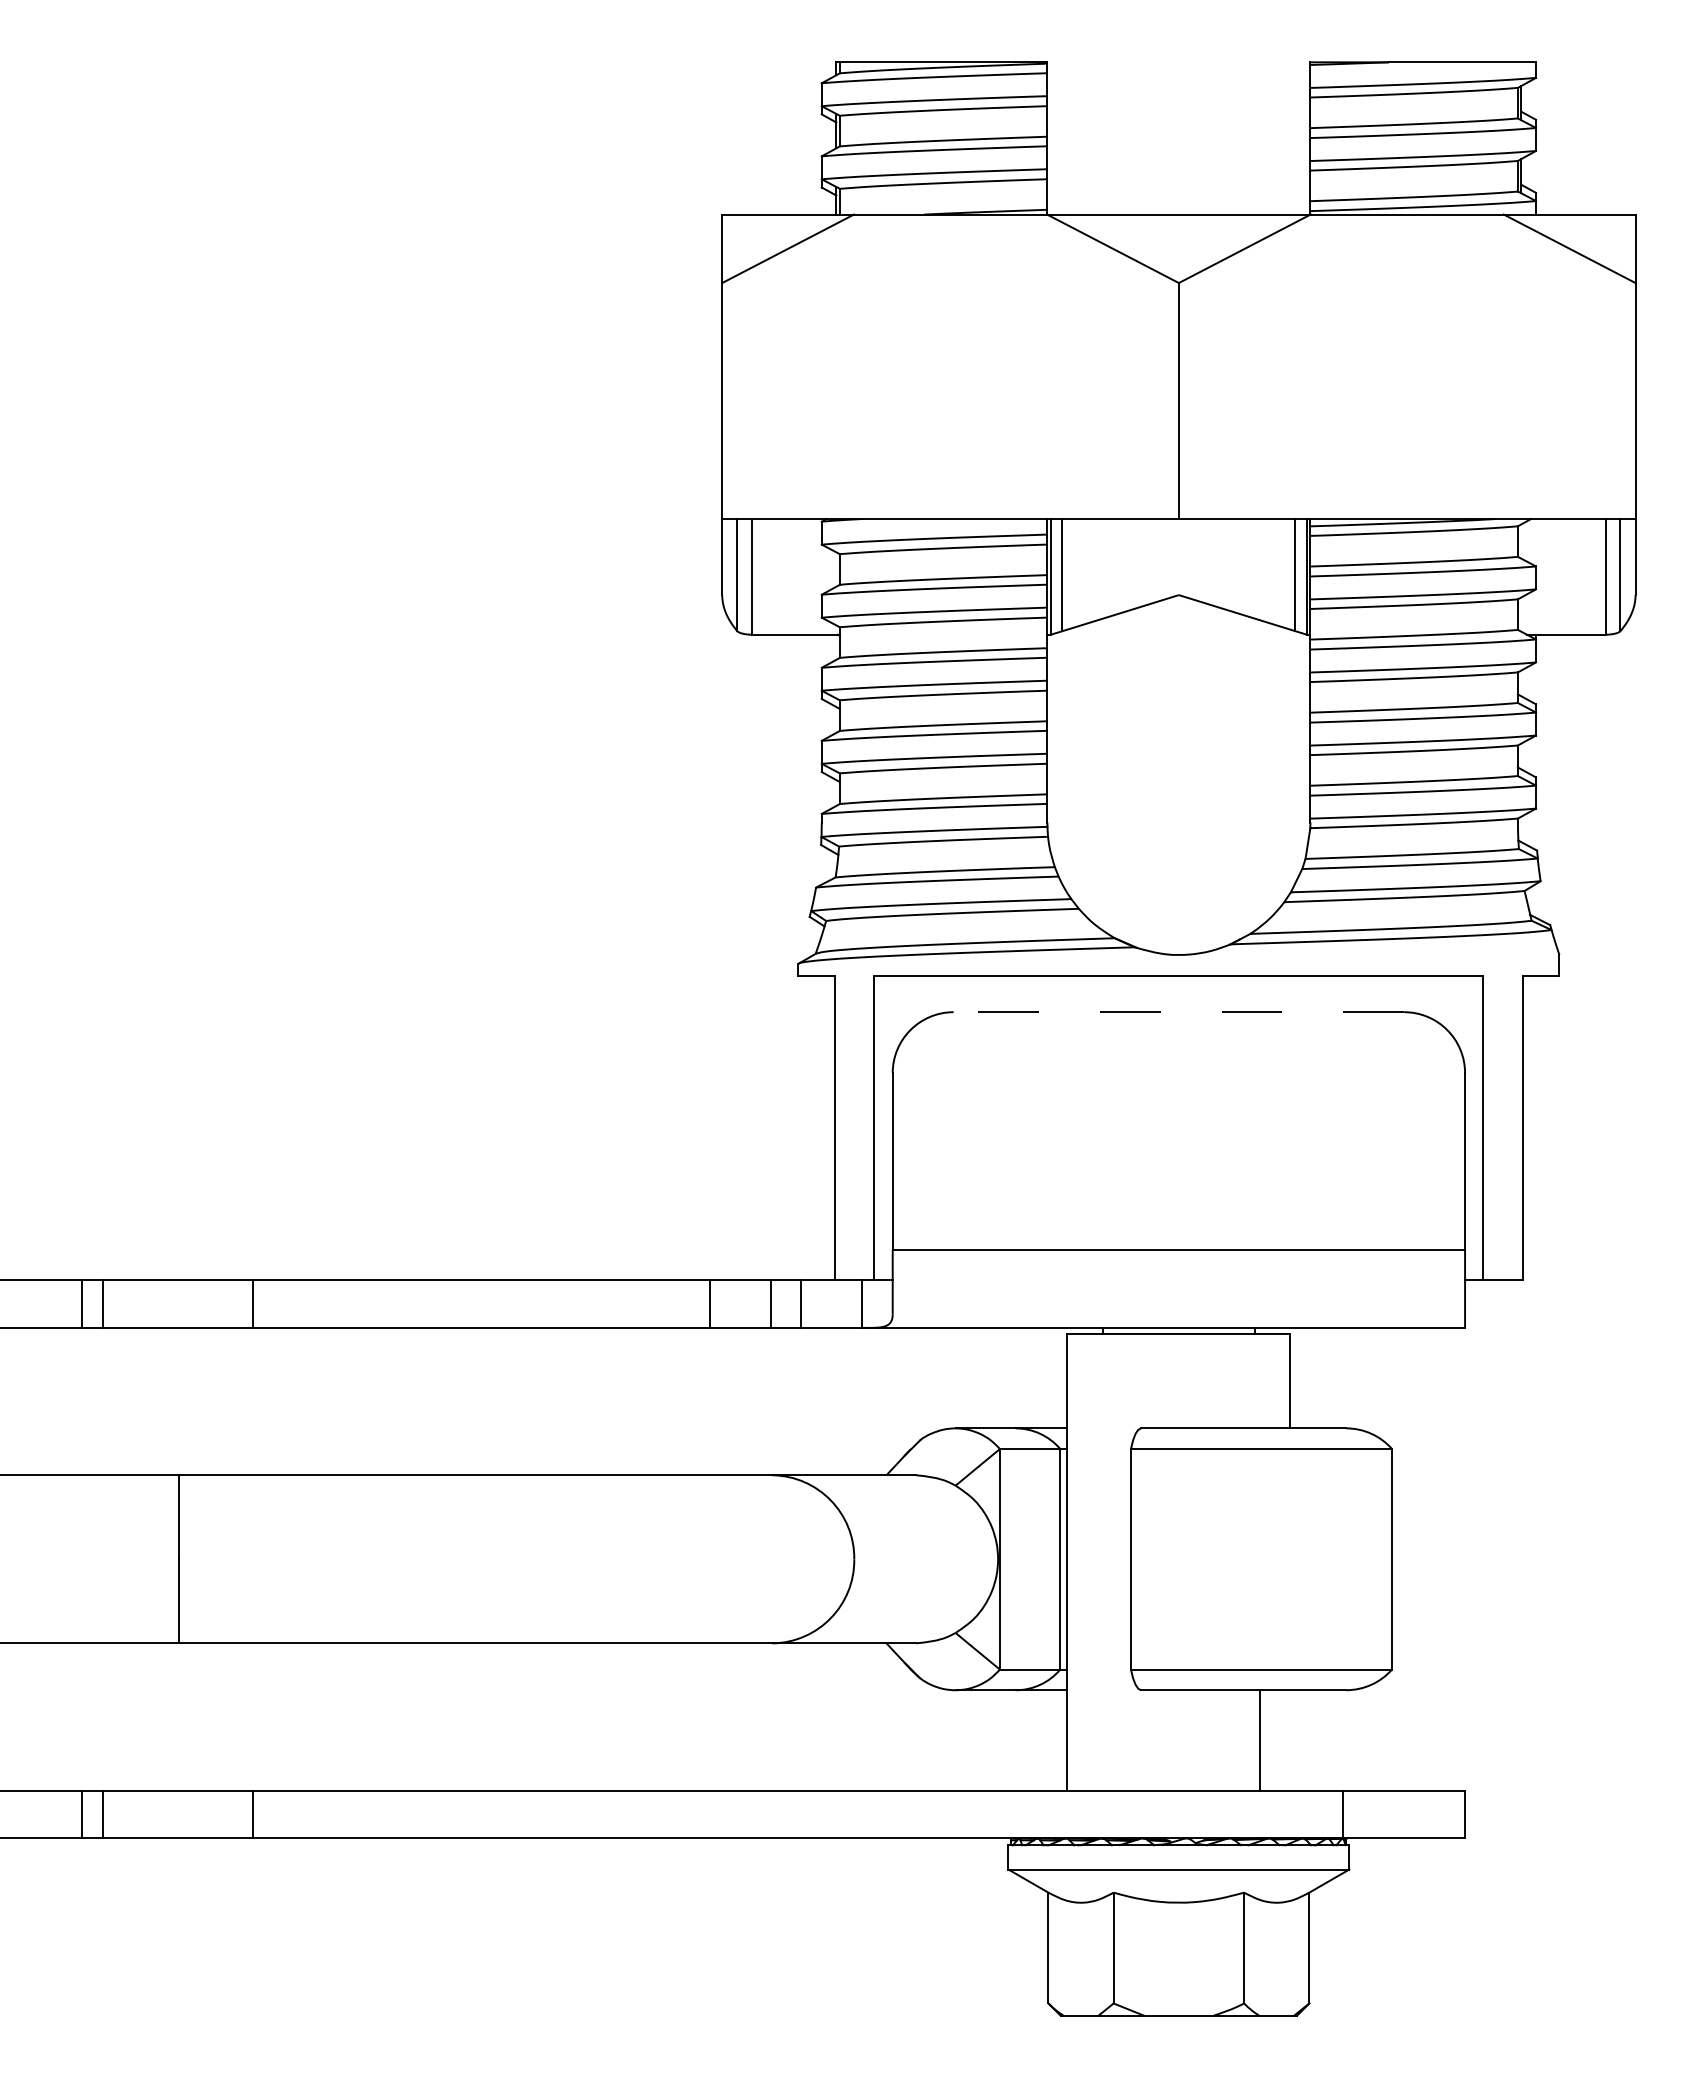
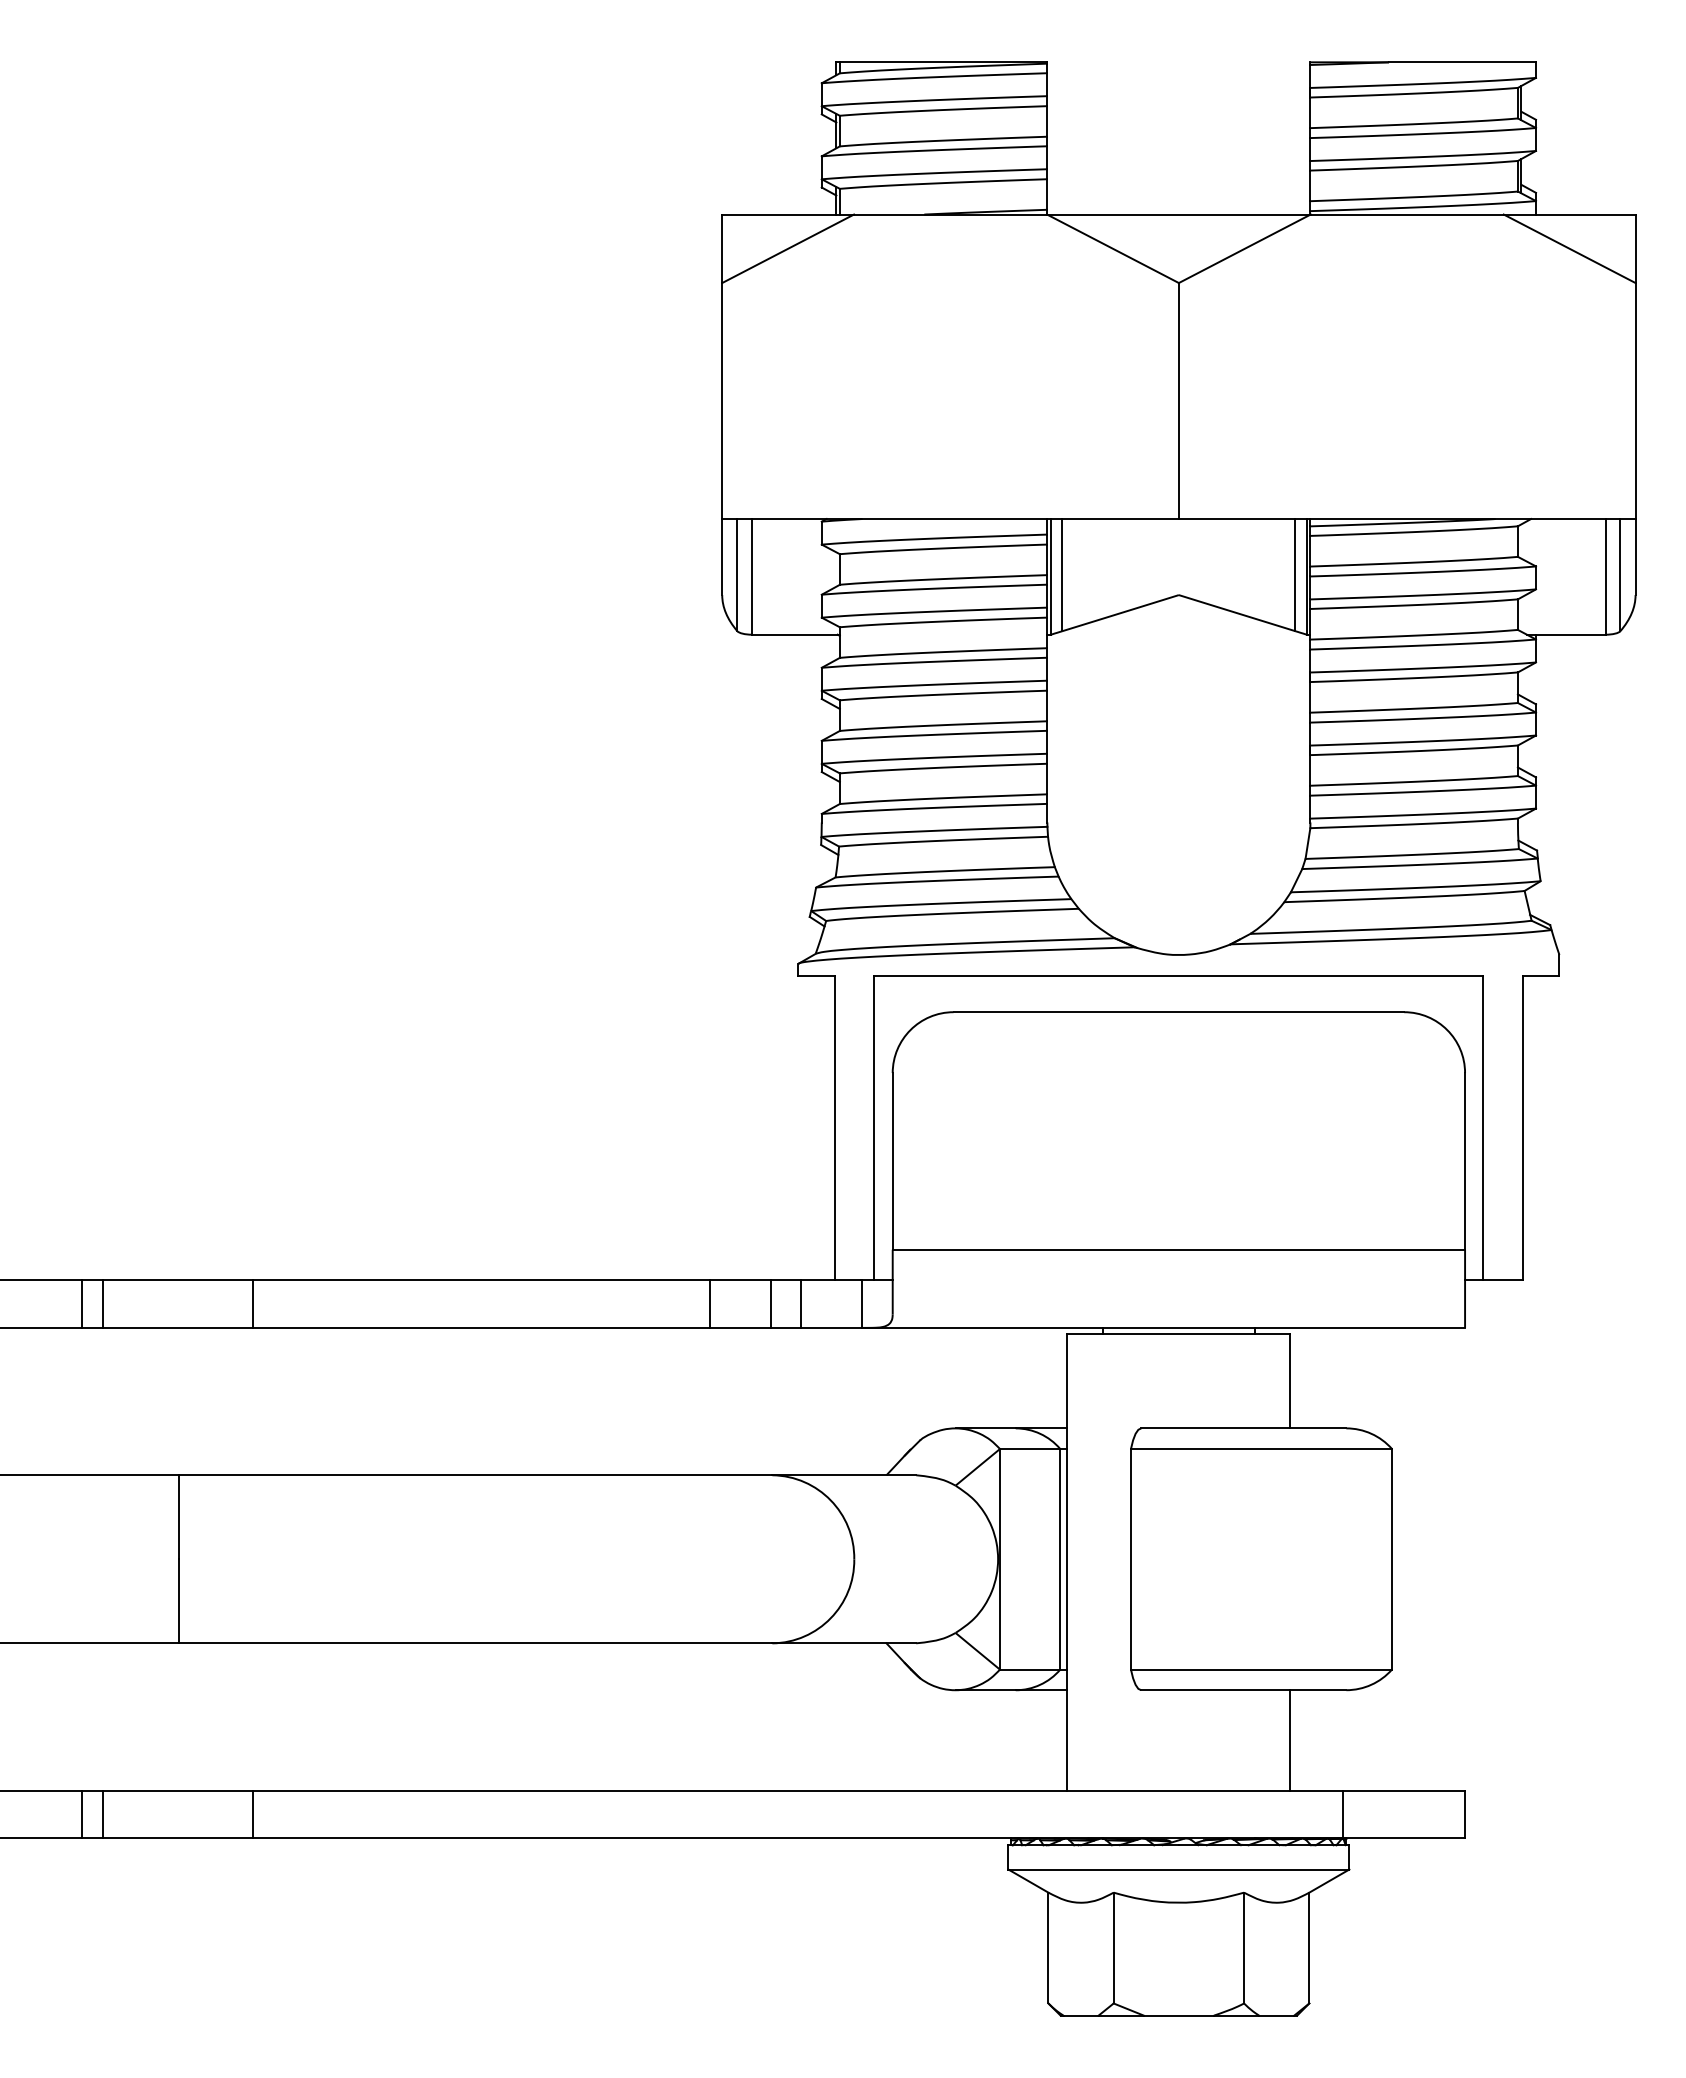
line at (1178, 1012): dashed -> solid
line at (1260, 1740) position: (1260, 1740) -> (1290, 1740)
